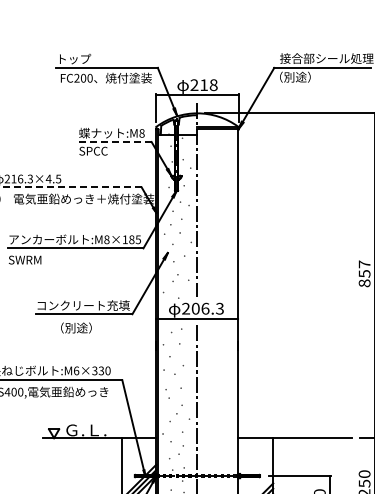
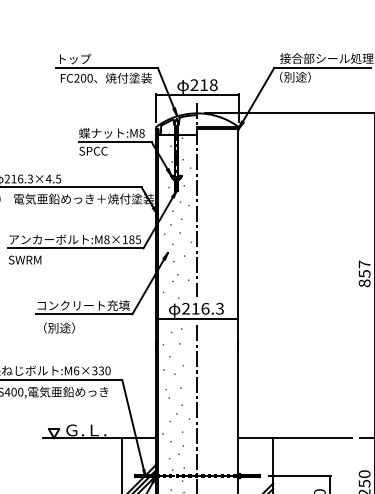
line at (115, 142): dashed -> solid
line at (70, 187): dashed -> solid
text at (195, 308): 206.3 -> 216.3
text at (76, 327) position: (76, 327) -> (59, 327)
